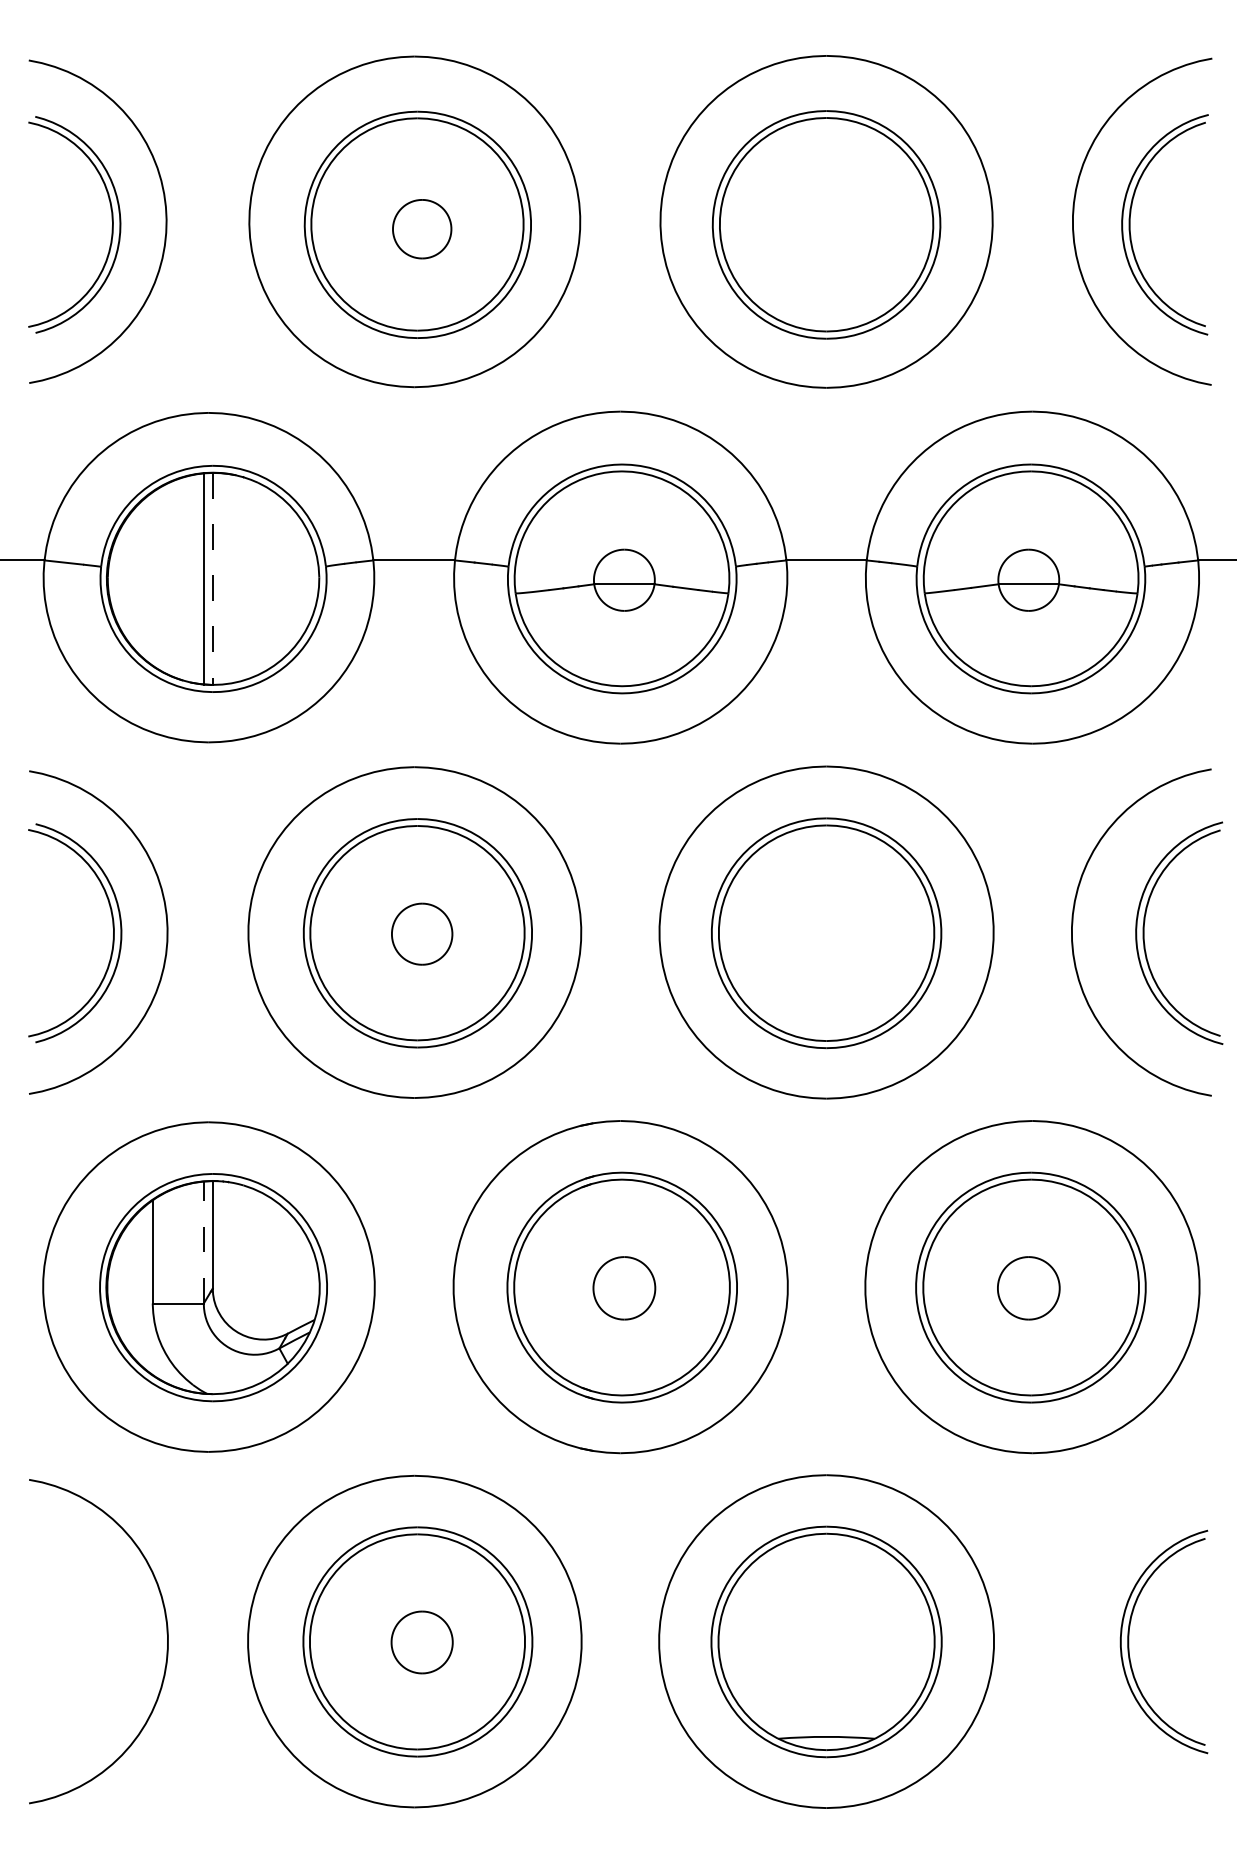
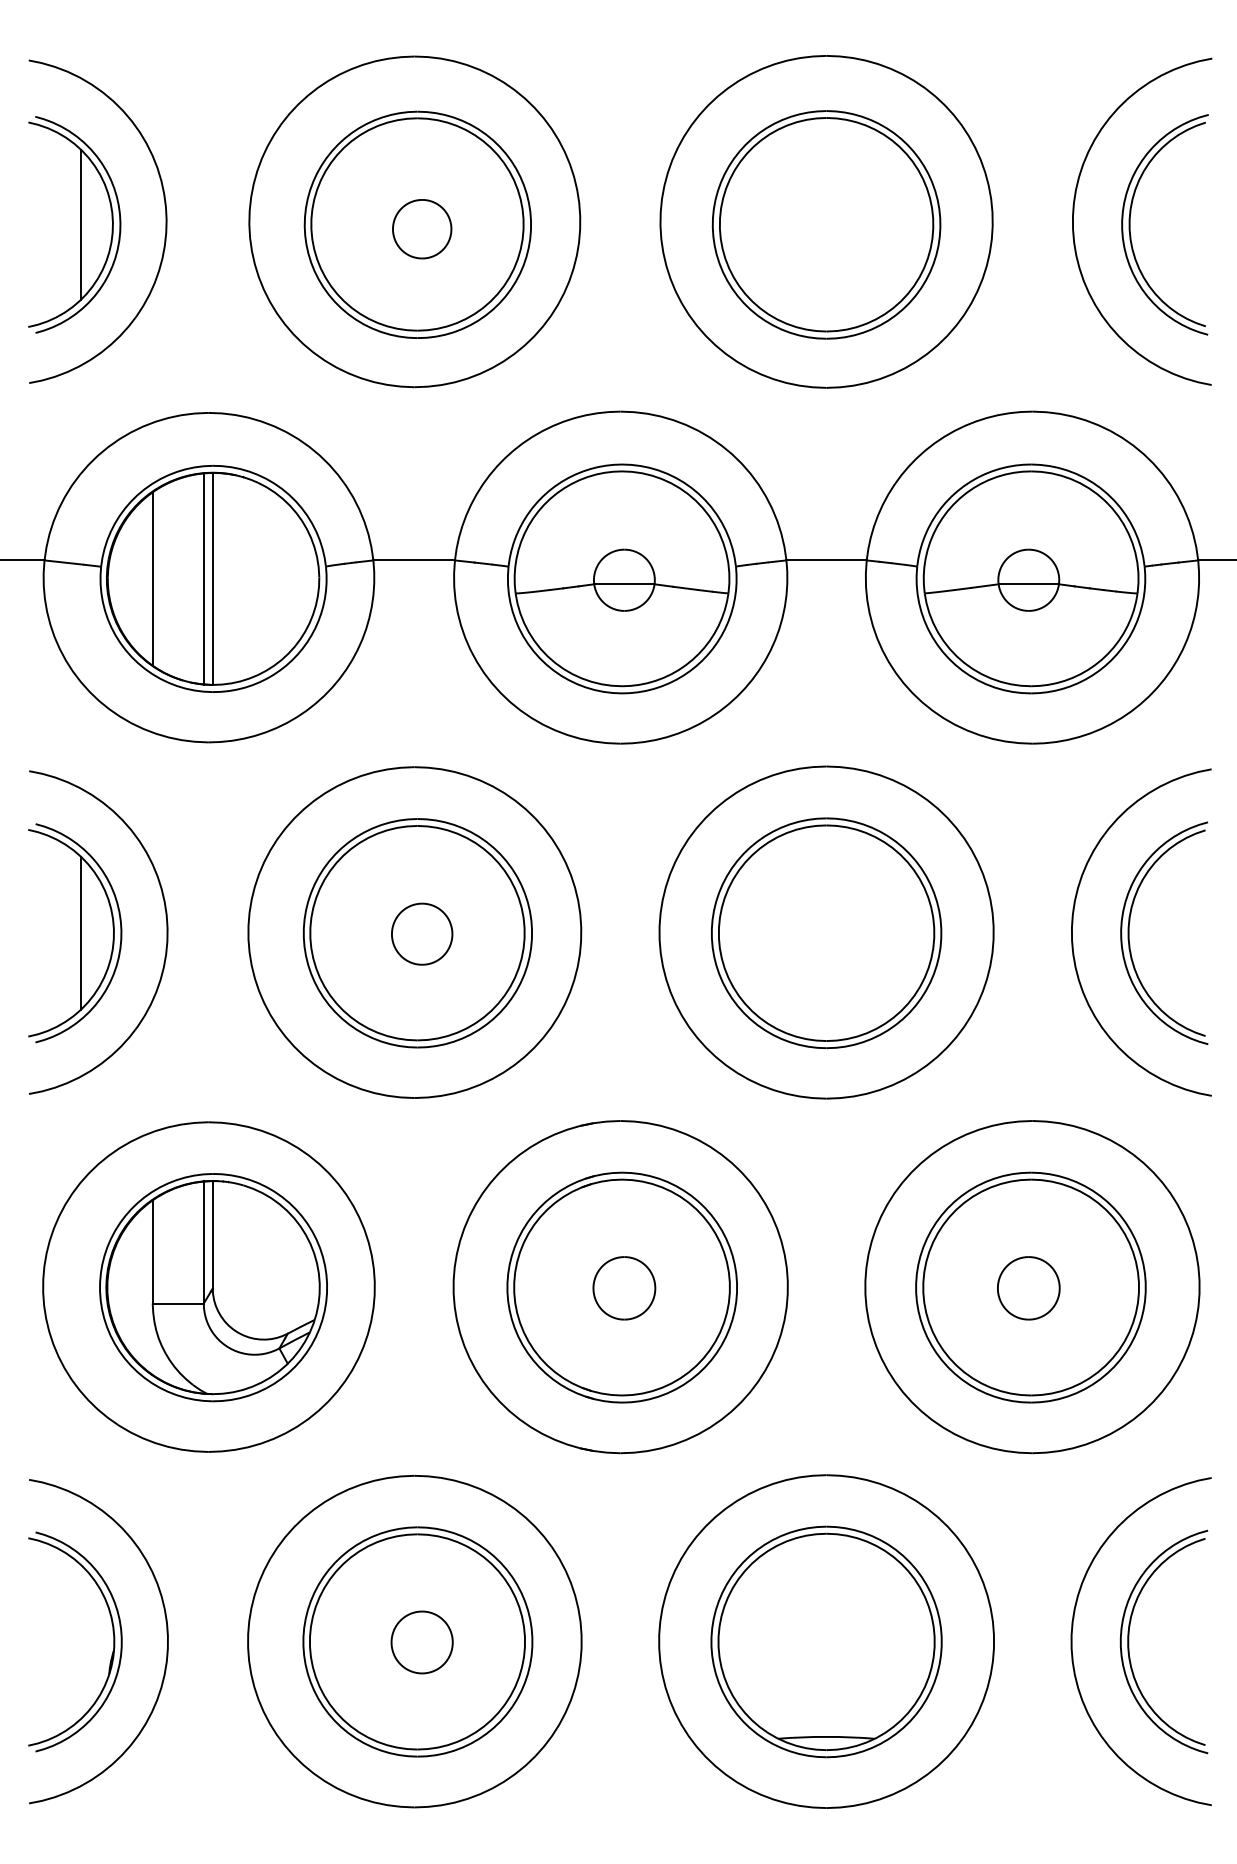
line at (81, 224): none -> present
line at (152, 578): none -> present
line at (212, 578): dashed -> solid
line at (81, 932): none -> present
part at (1144, 932) position: (1144, 932) -> (1129, 932)
line at (203, 1241): dashed -> solid
part at (113, 1641): none -> present
curve at (1072, 1641): none -> present
